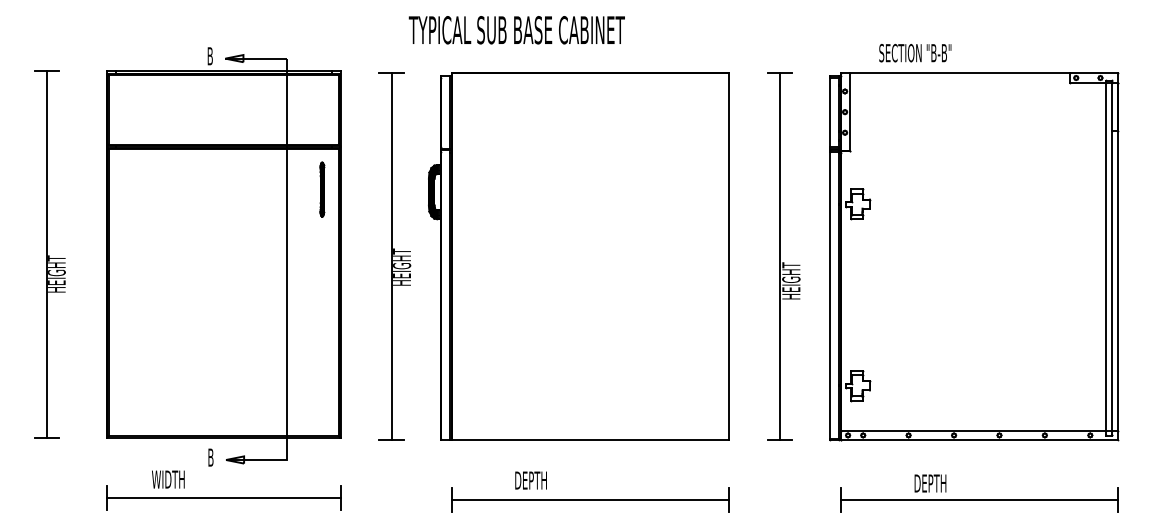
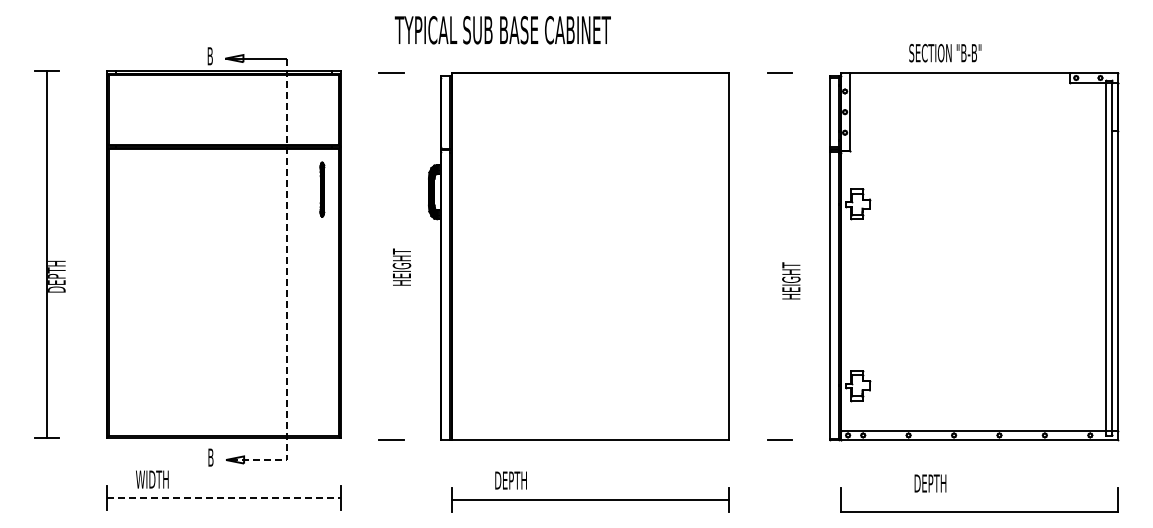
text at (516, 30) position: (516, 30) -> (502, 30)
text at (915, 53) position: (915, 53) -> (945, 53)
line at (391, 256): present -> none
line at (780, 256): present -> none
text at (56, 273): HEIGHT -> DEPTH
line at (287, 291): solid -> dashed
text at (168, 479) position: (168, 479) -> (152, 479)
text at (530, 480) position: (530, 480) -> (510, 480)
line at (224, 497): solid -> dashed
line at (979, 500) position: (979, 500) -> (979, 512)
